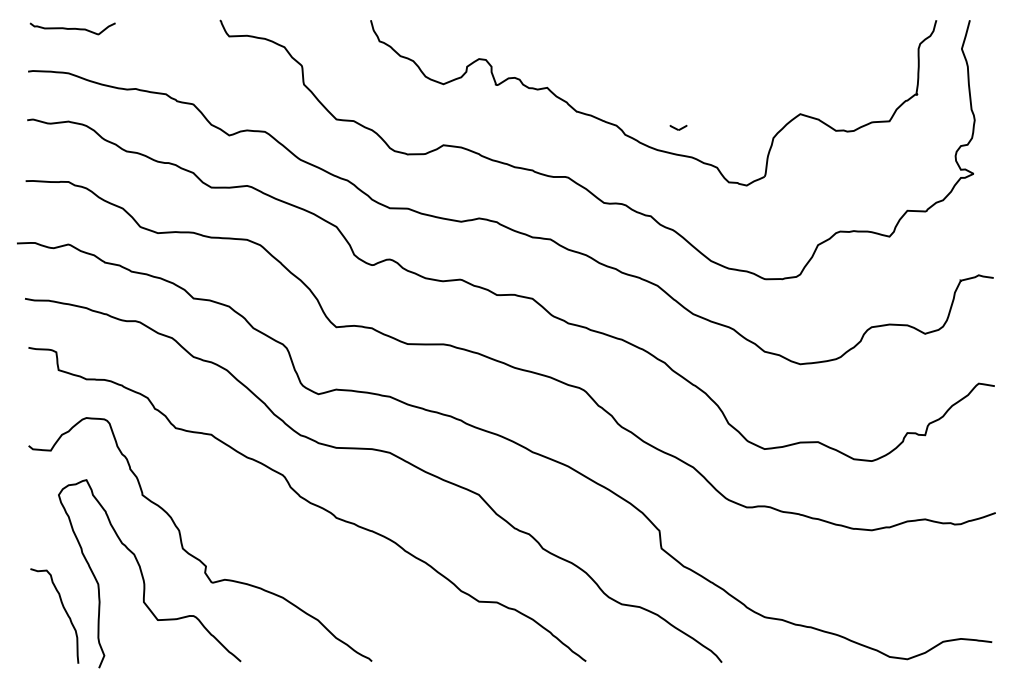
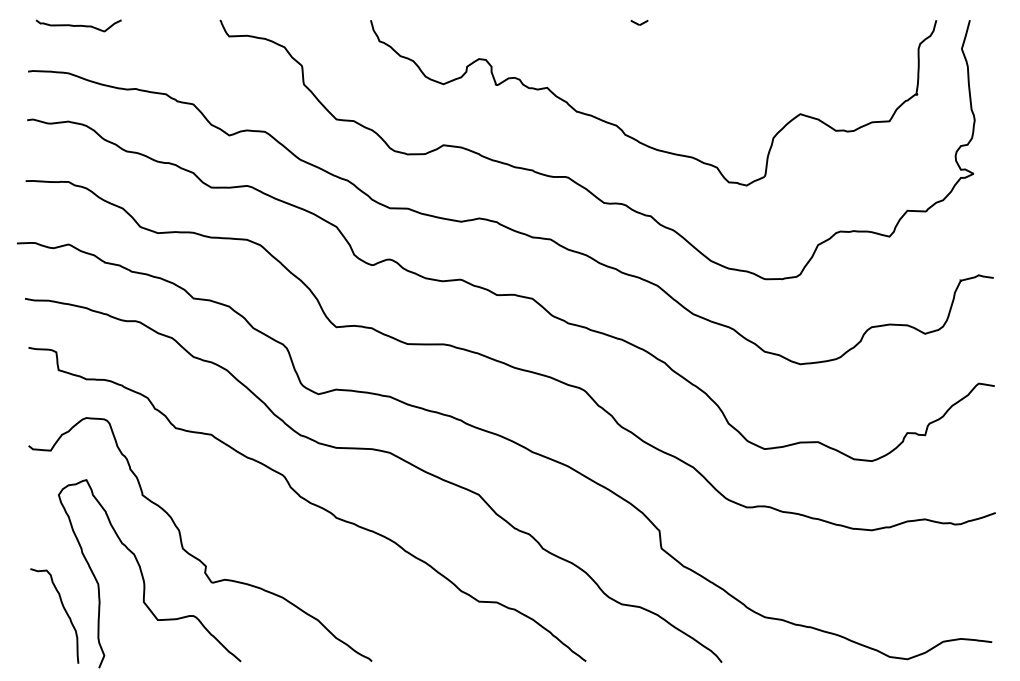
curve at (72, 28) position: (72, 28) -> (78, 25)
part at (678, 127) position: (678, 127) -> (639, 22)
